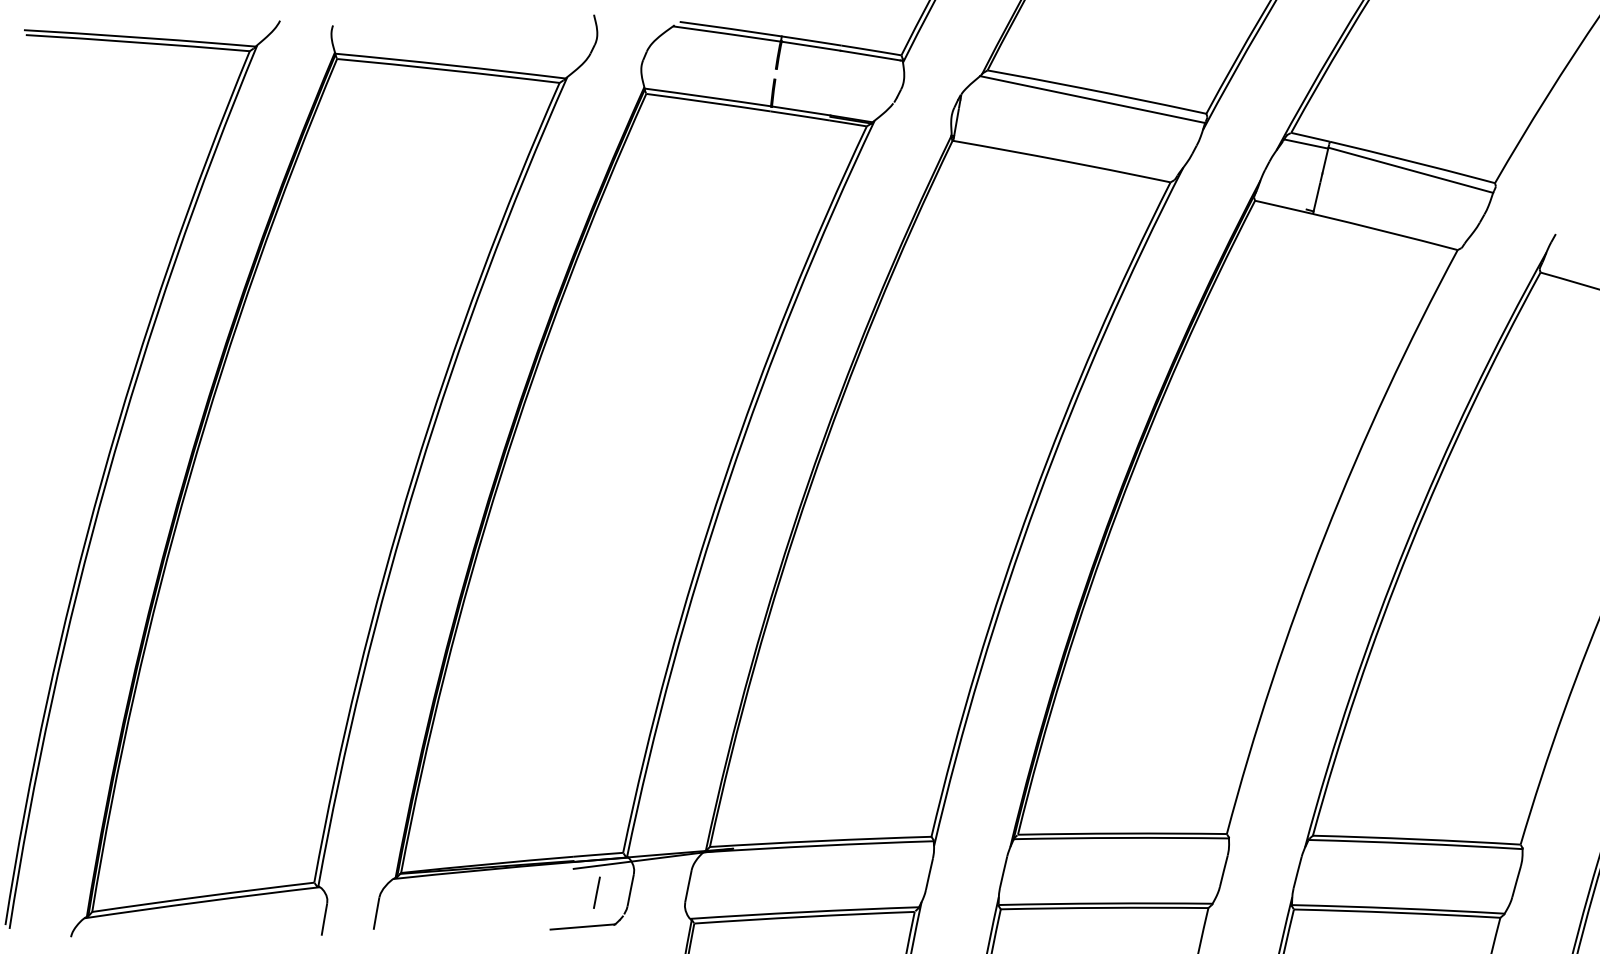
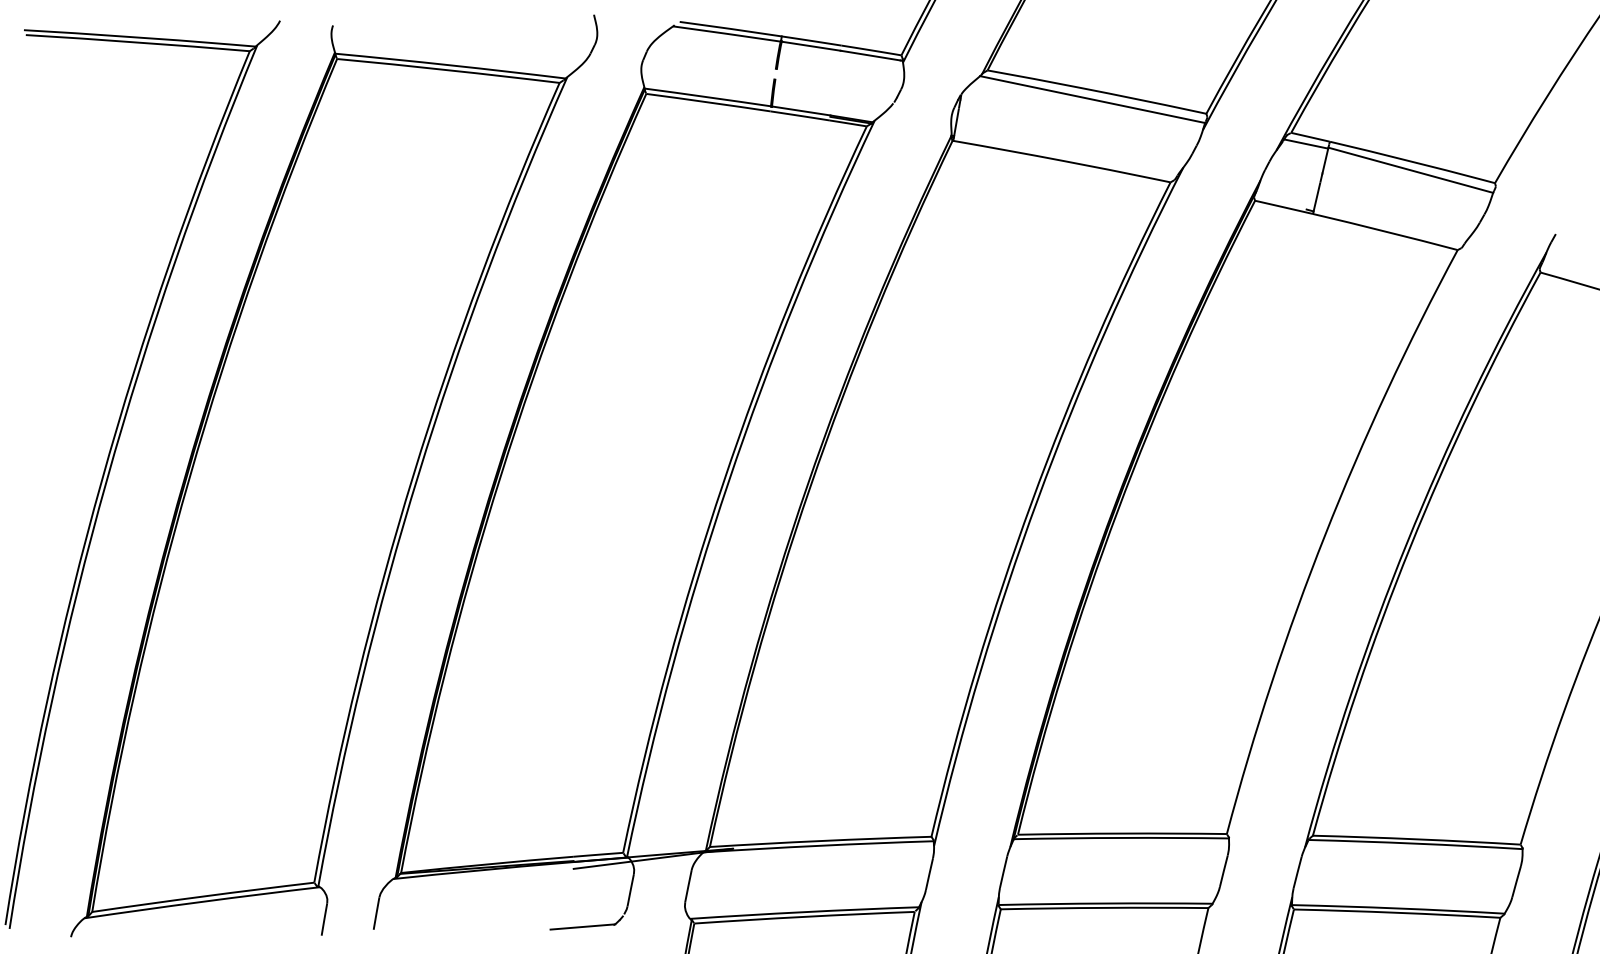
line at (596, 892): present -> none
